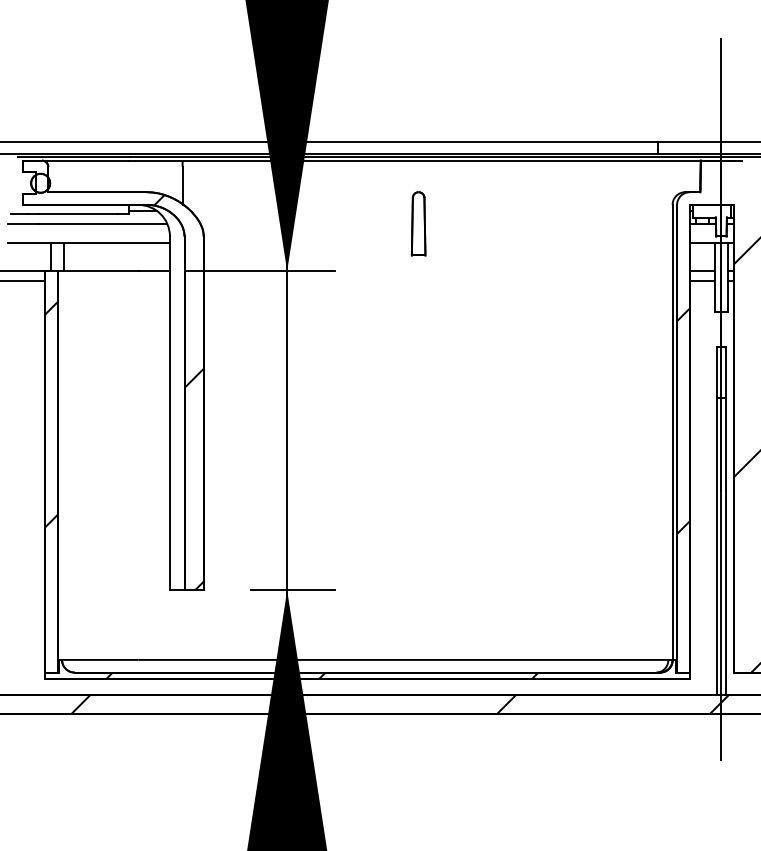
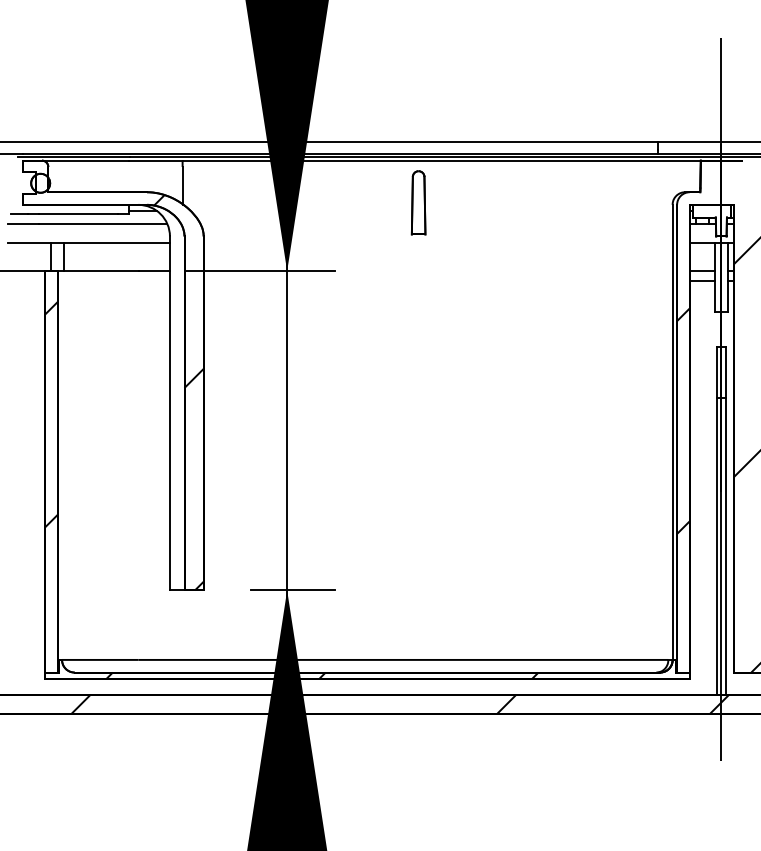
part at (418, 223) position: (418, 223) -> (418, 202)
line at (23, 280): present -> none
